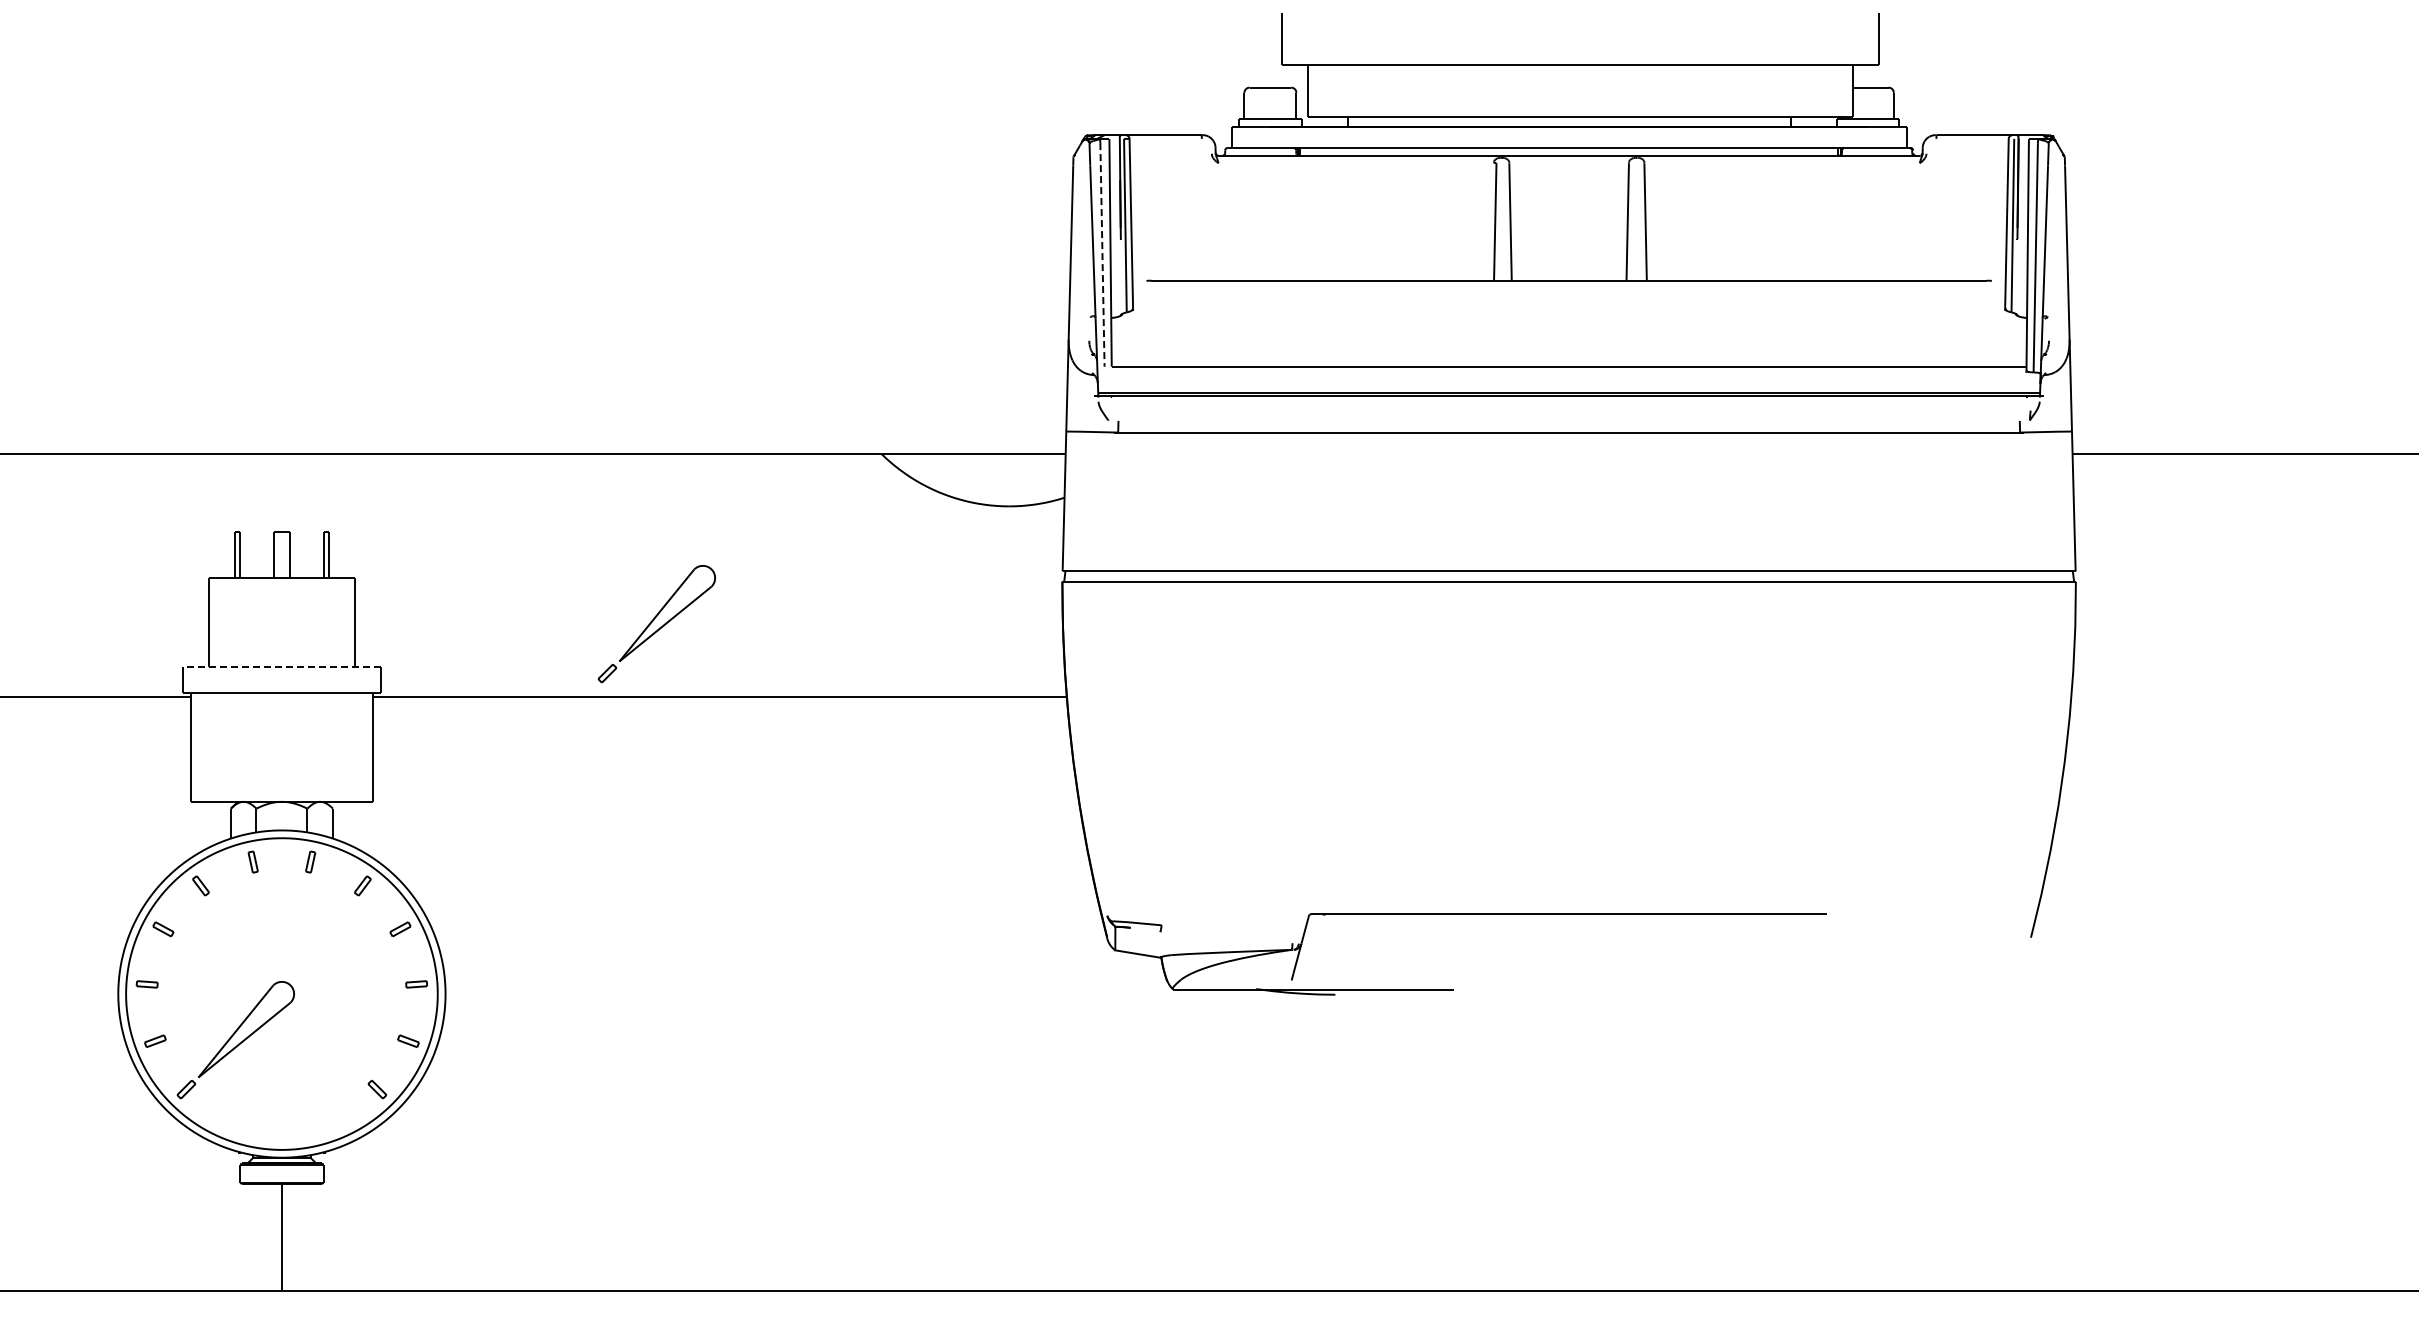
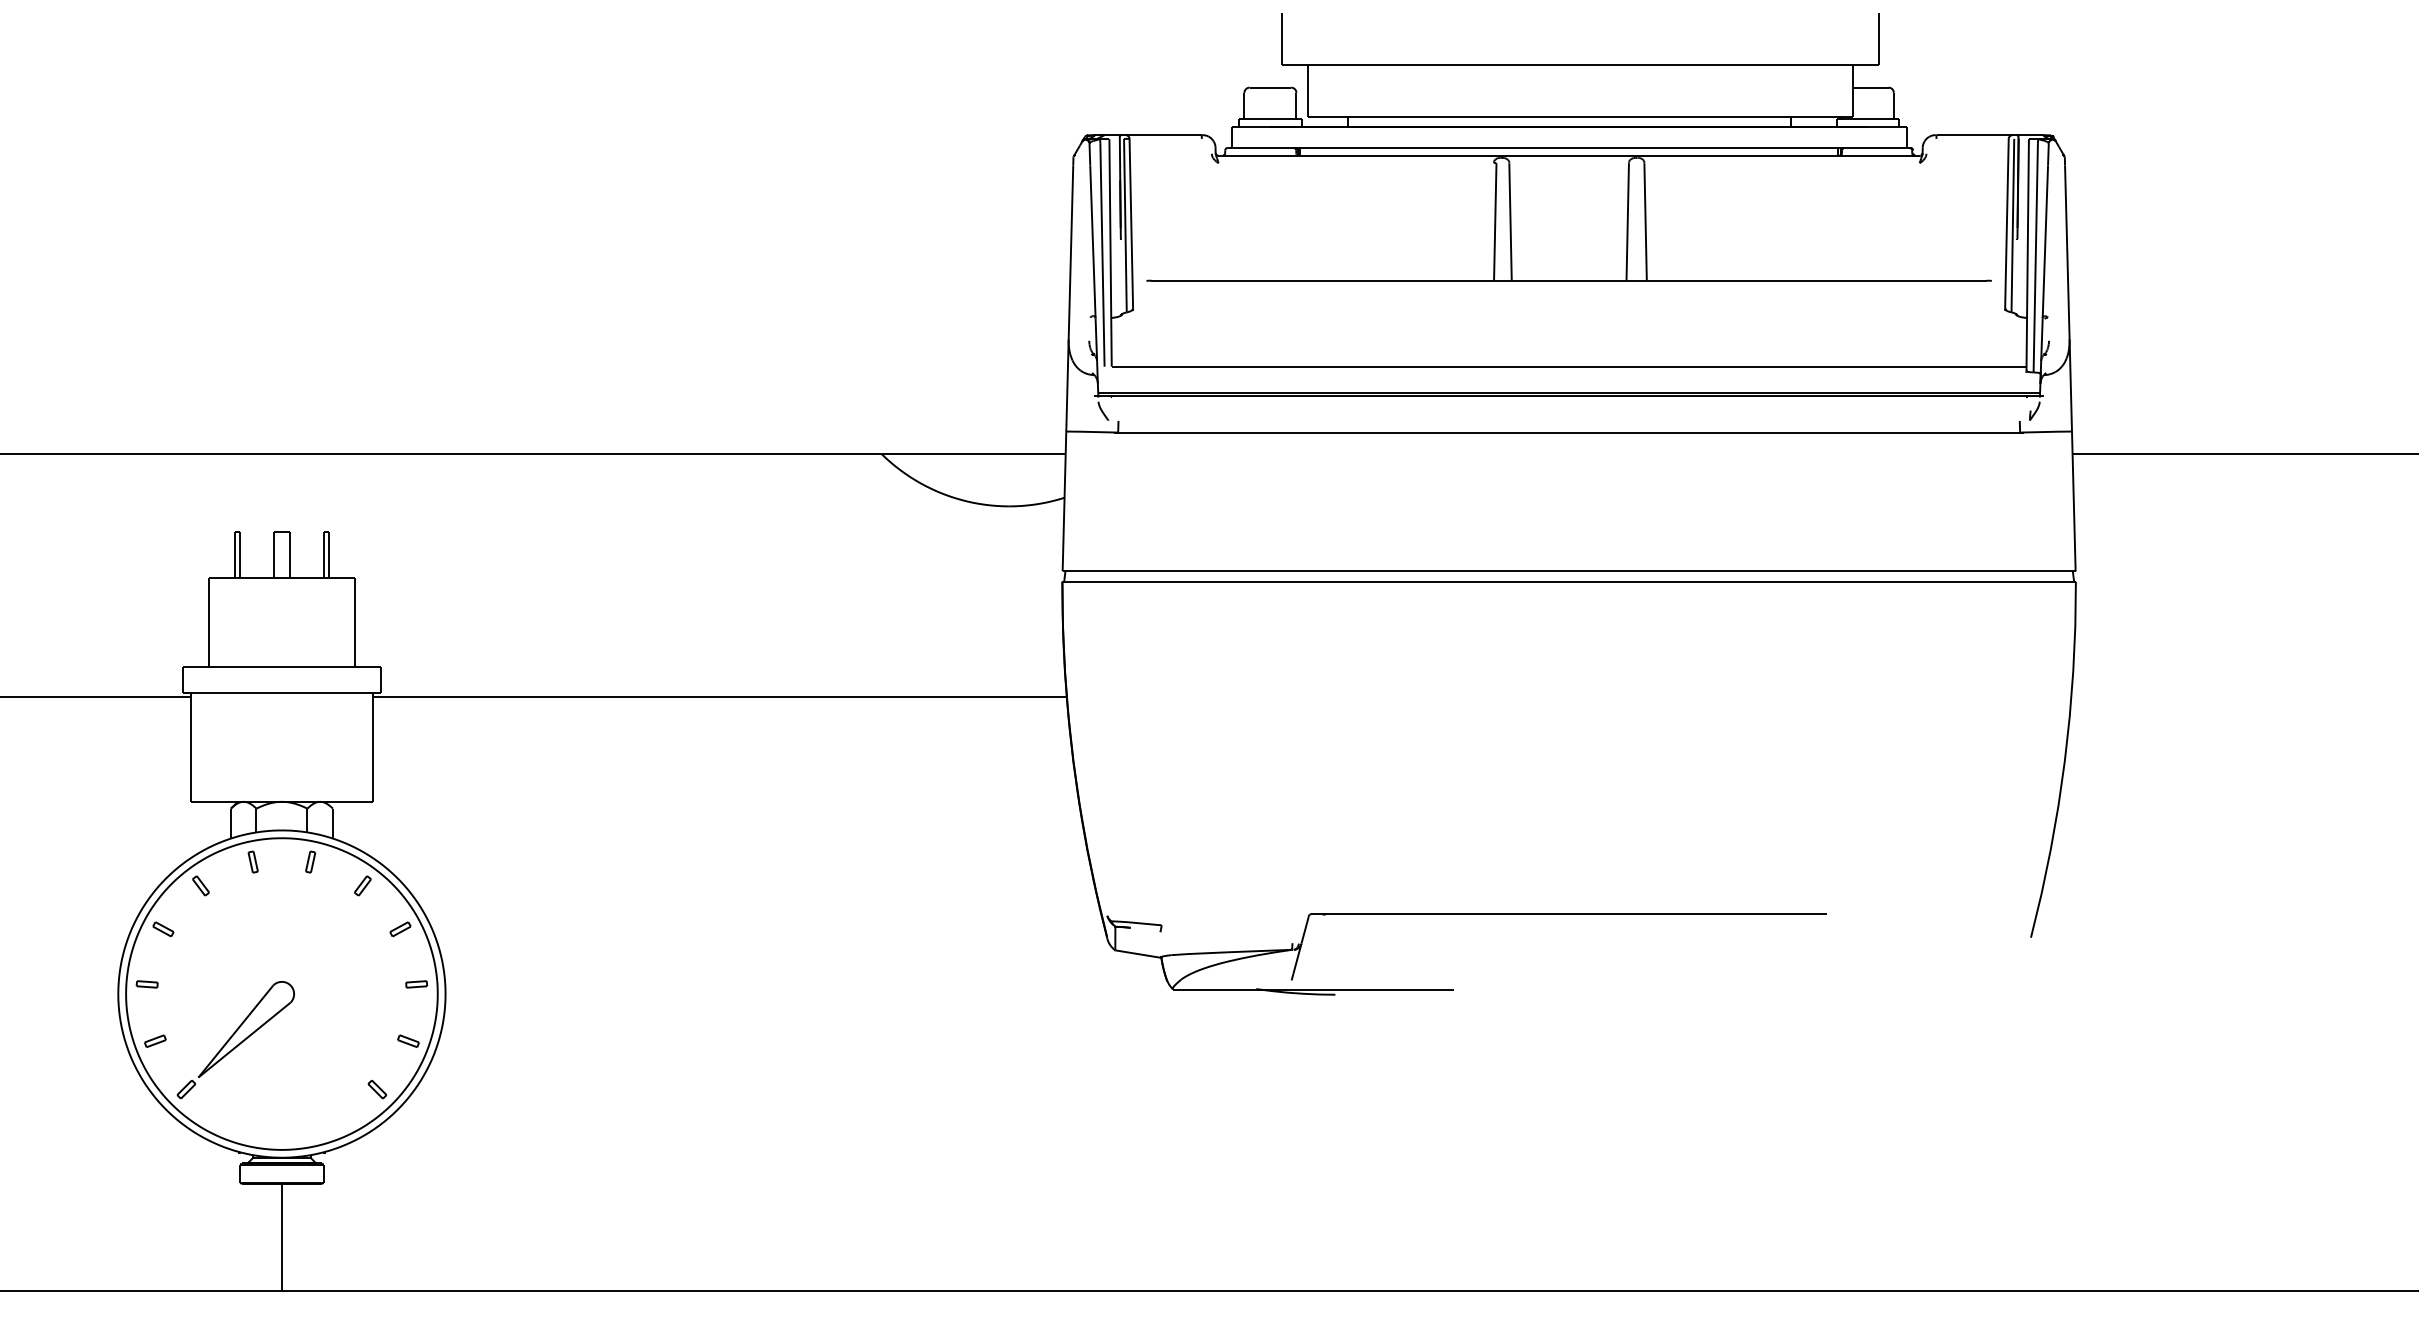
line at (1102, 254): dashed -> solid
part at (656, 624): present -> none
line at (281, 666): dashed -> solid
